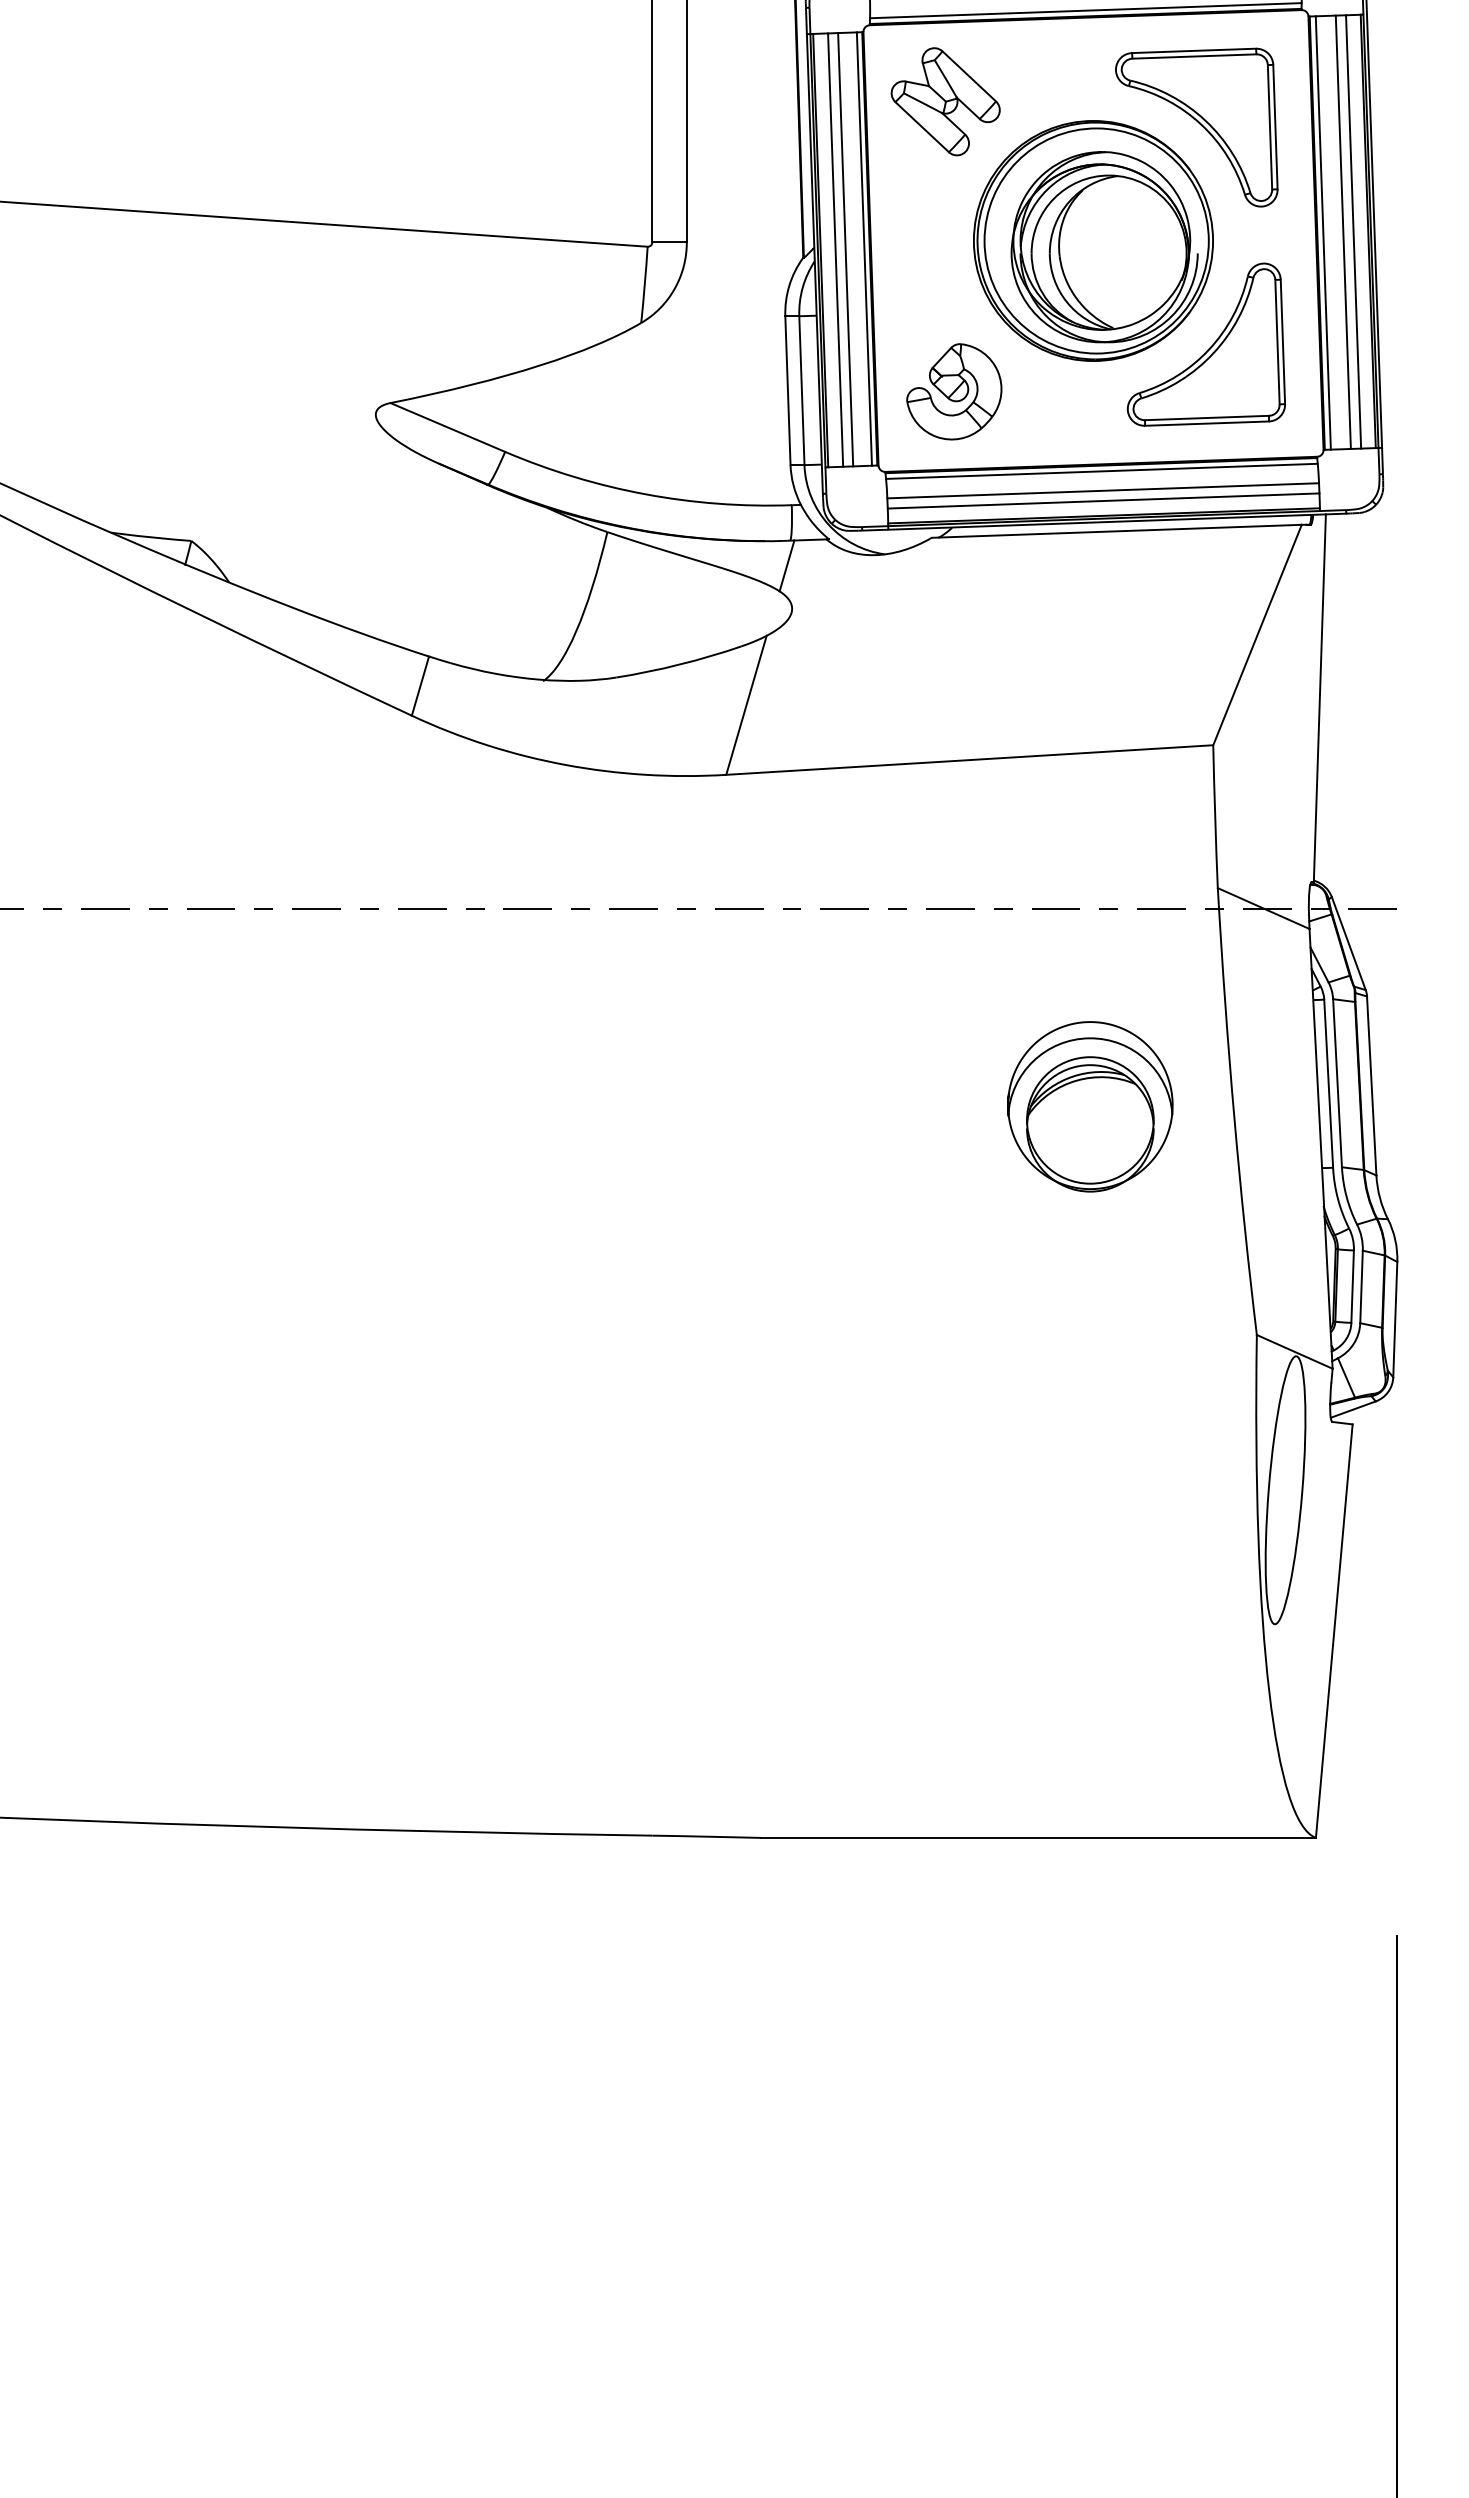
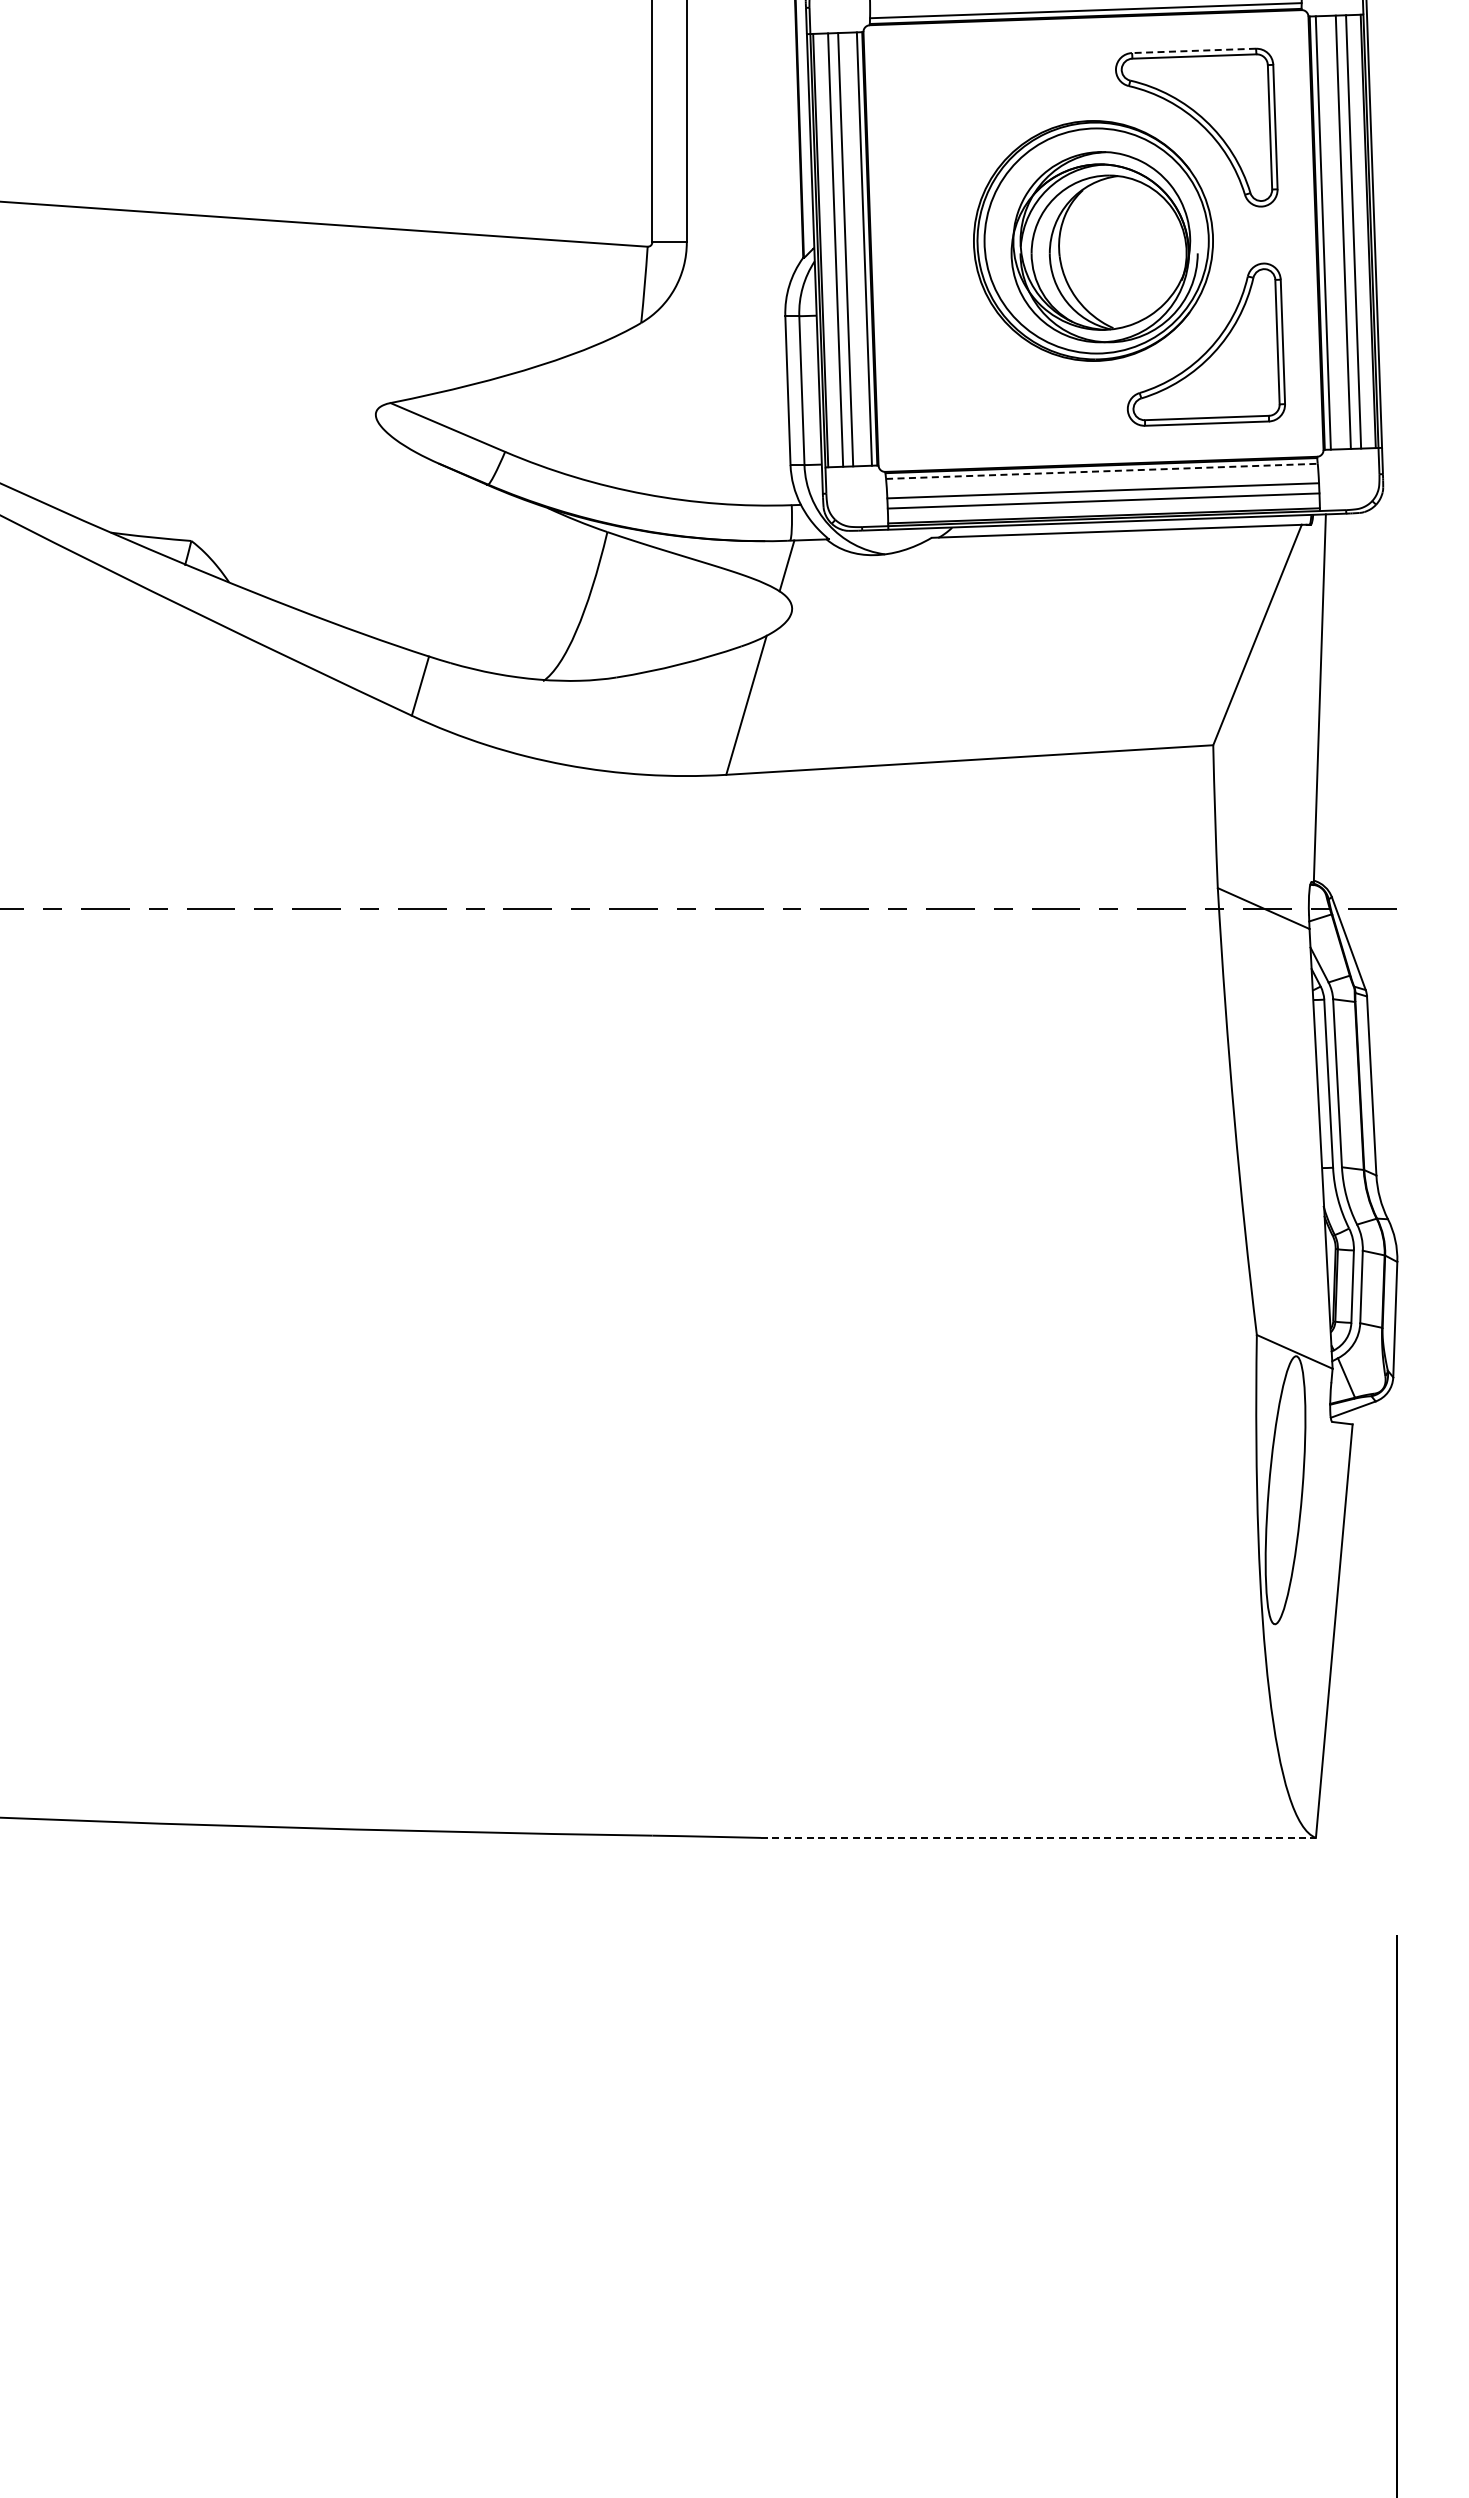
line at (1193, 50): solid -> dashed
part at (945, 101): present -> none
part at (954, 391): present -> none
line at (1101, 471): solid -> dashed
part at (1090, 1106): present -> none
line at (1038, 1837): solid -> dashed
